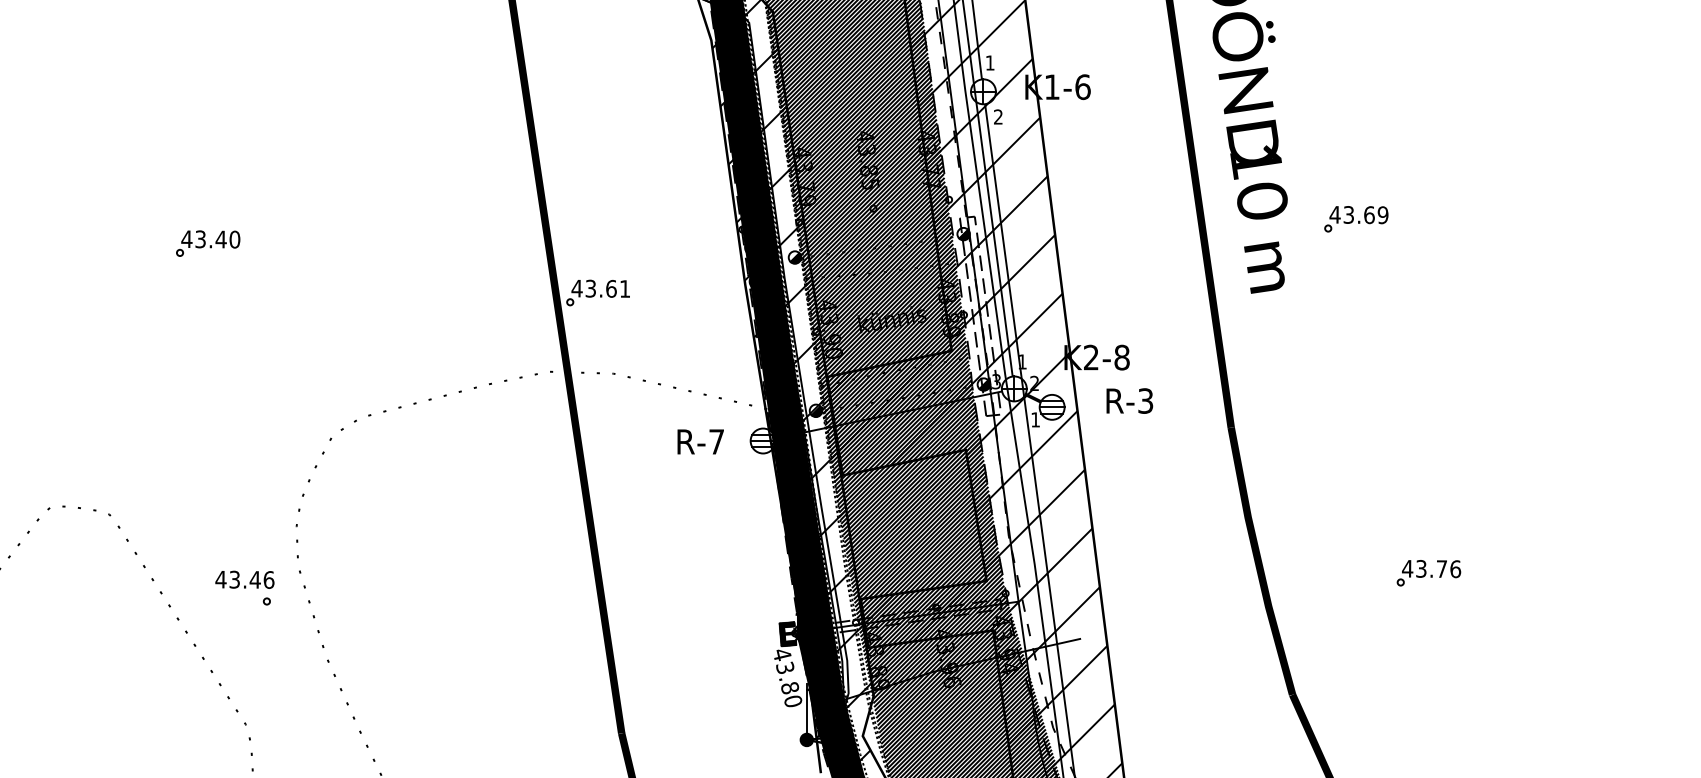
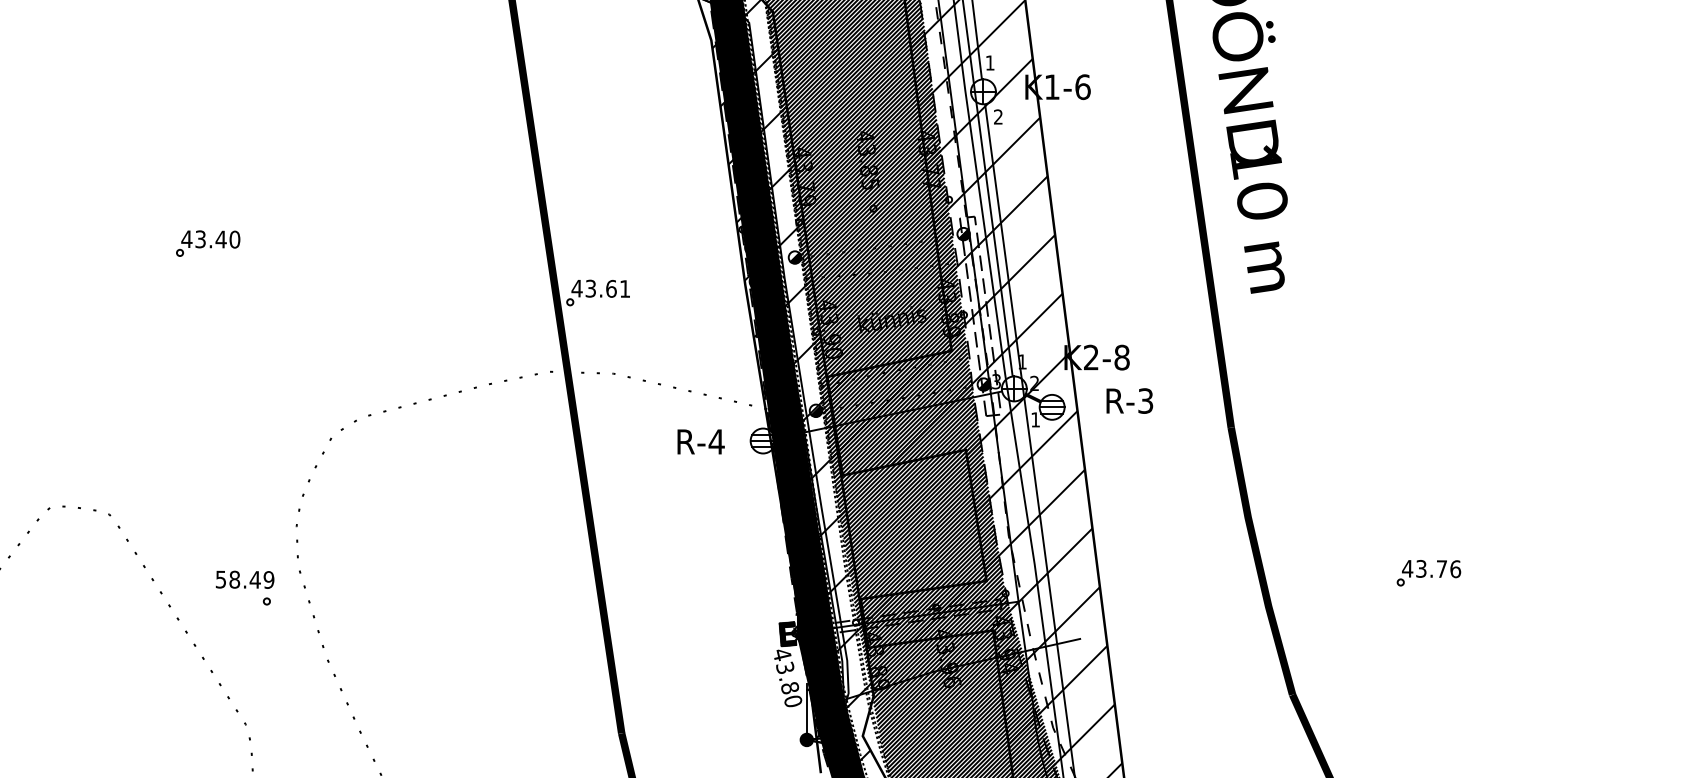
part at (1356, 219): present -> none
text at (716, 441): R-7 -> R-4
text at (244, 579): 43.46 -> 58.49
